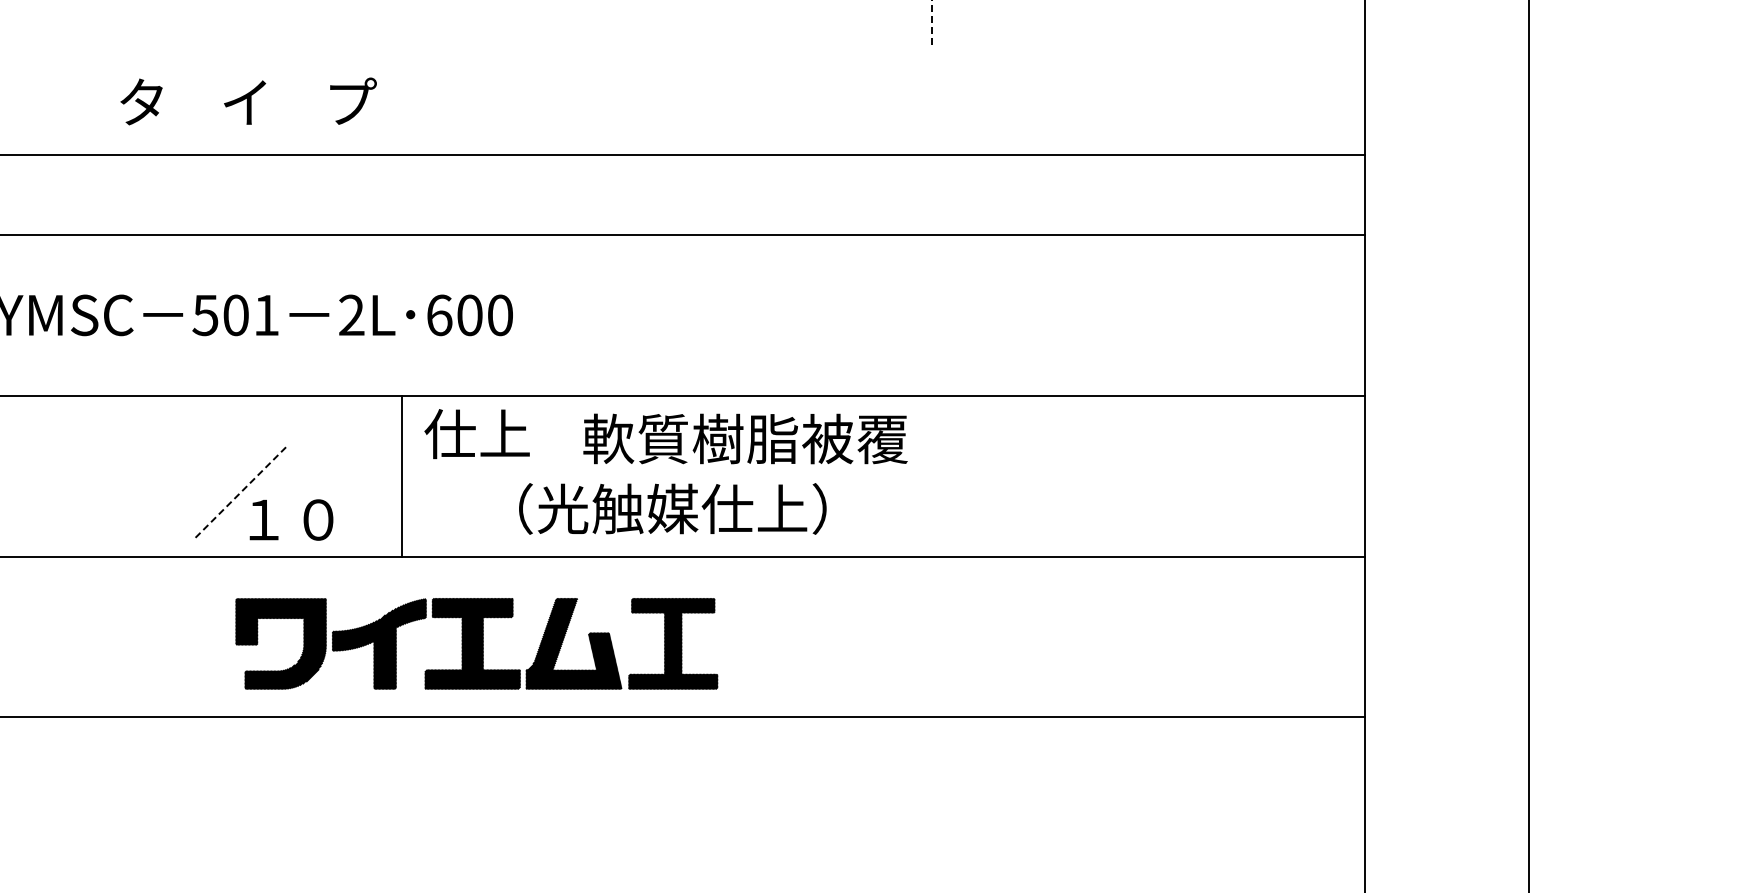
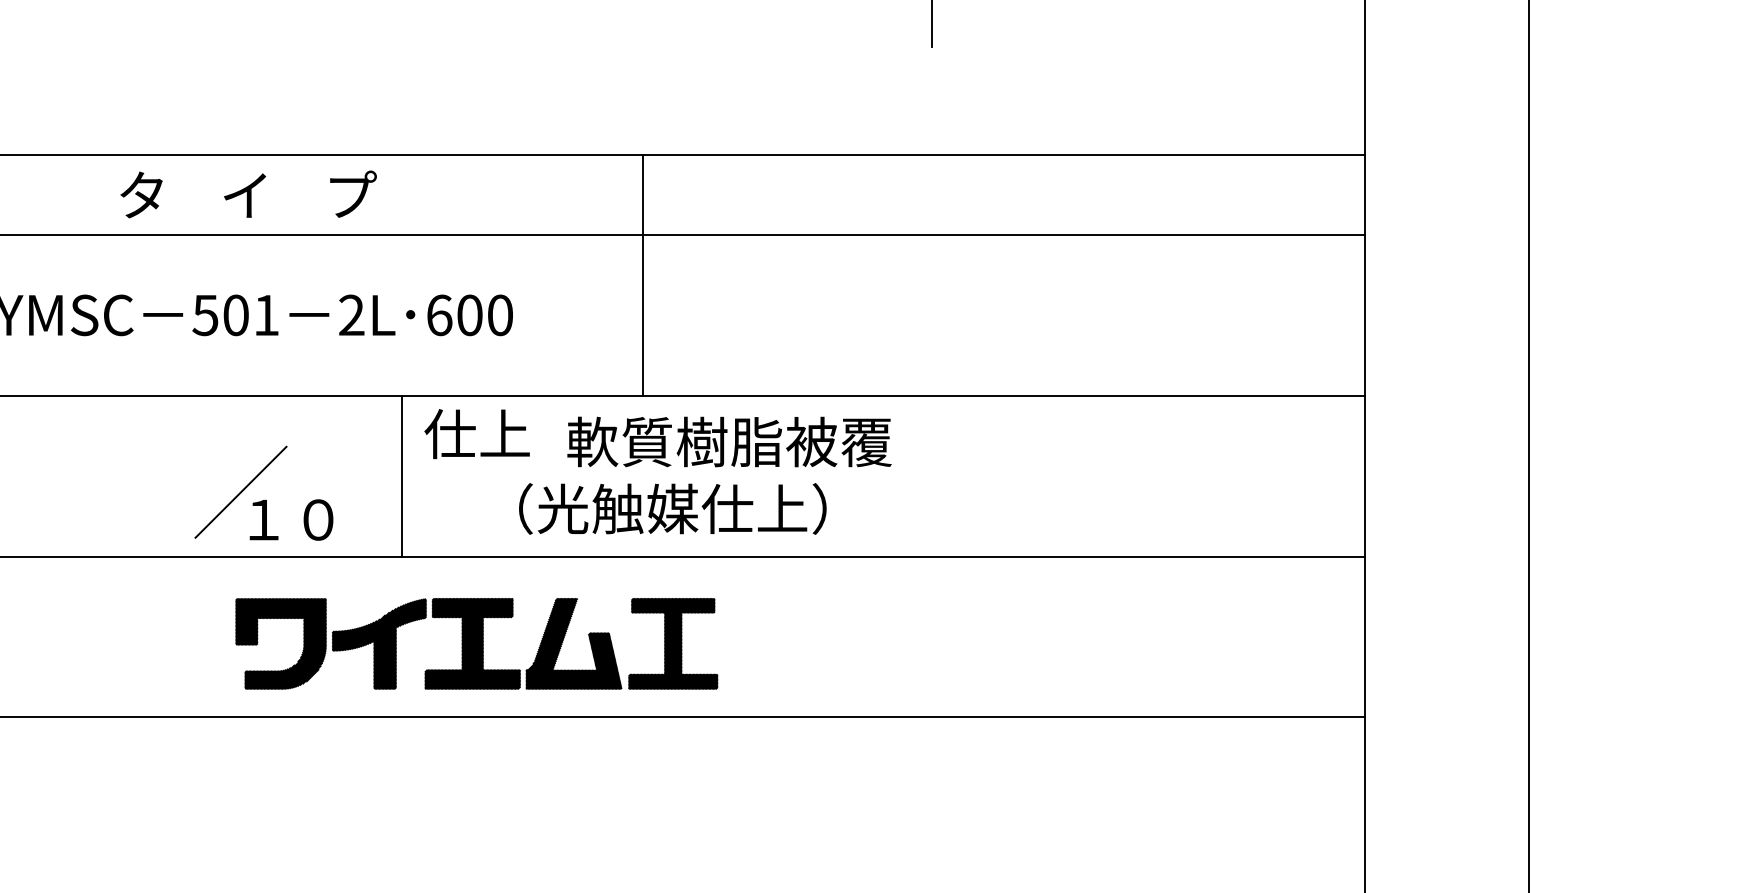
line at (932, 24): dashed -> solid
text at (248, 101) position: (248, 101) -> (248, 194)
line at (643, 274): none -> present
text at (745, 438) position: (745, 438) -> (729, 441)
line at (241, 491): dashed -> solid
